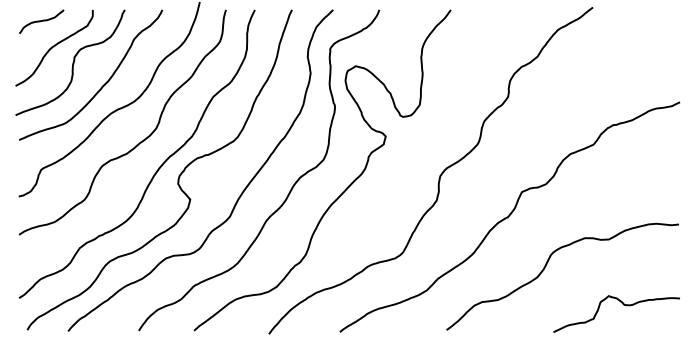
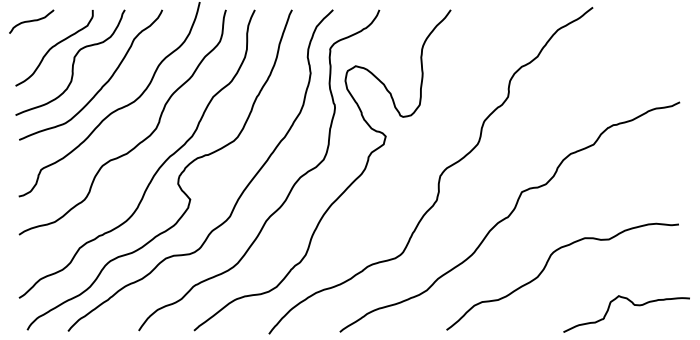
curve at (41, 21) position: (41, 21) -> (31, 21)
curve at (623, 305) position: (623, 305) -> (633, 305)
